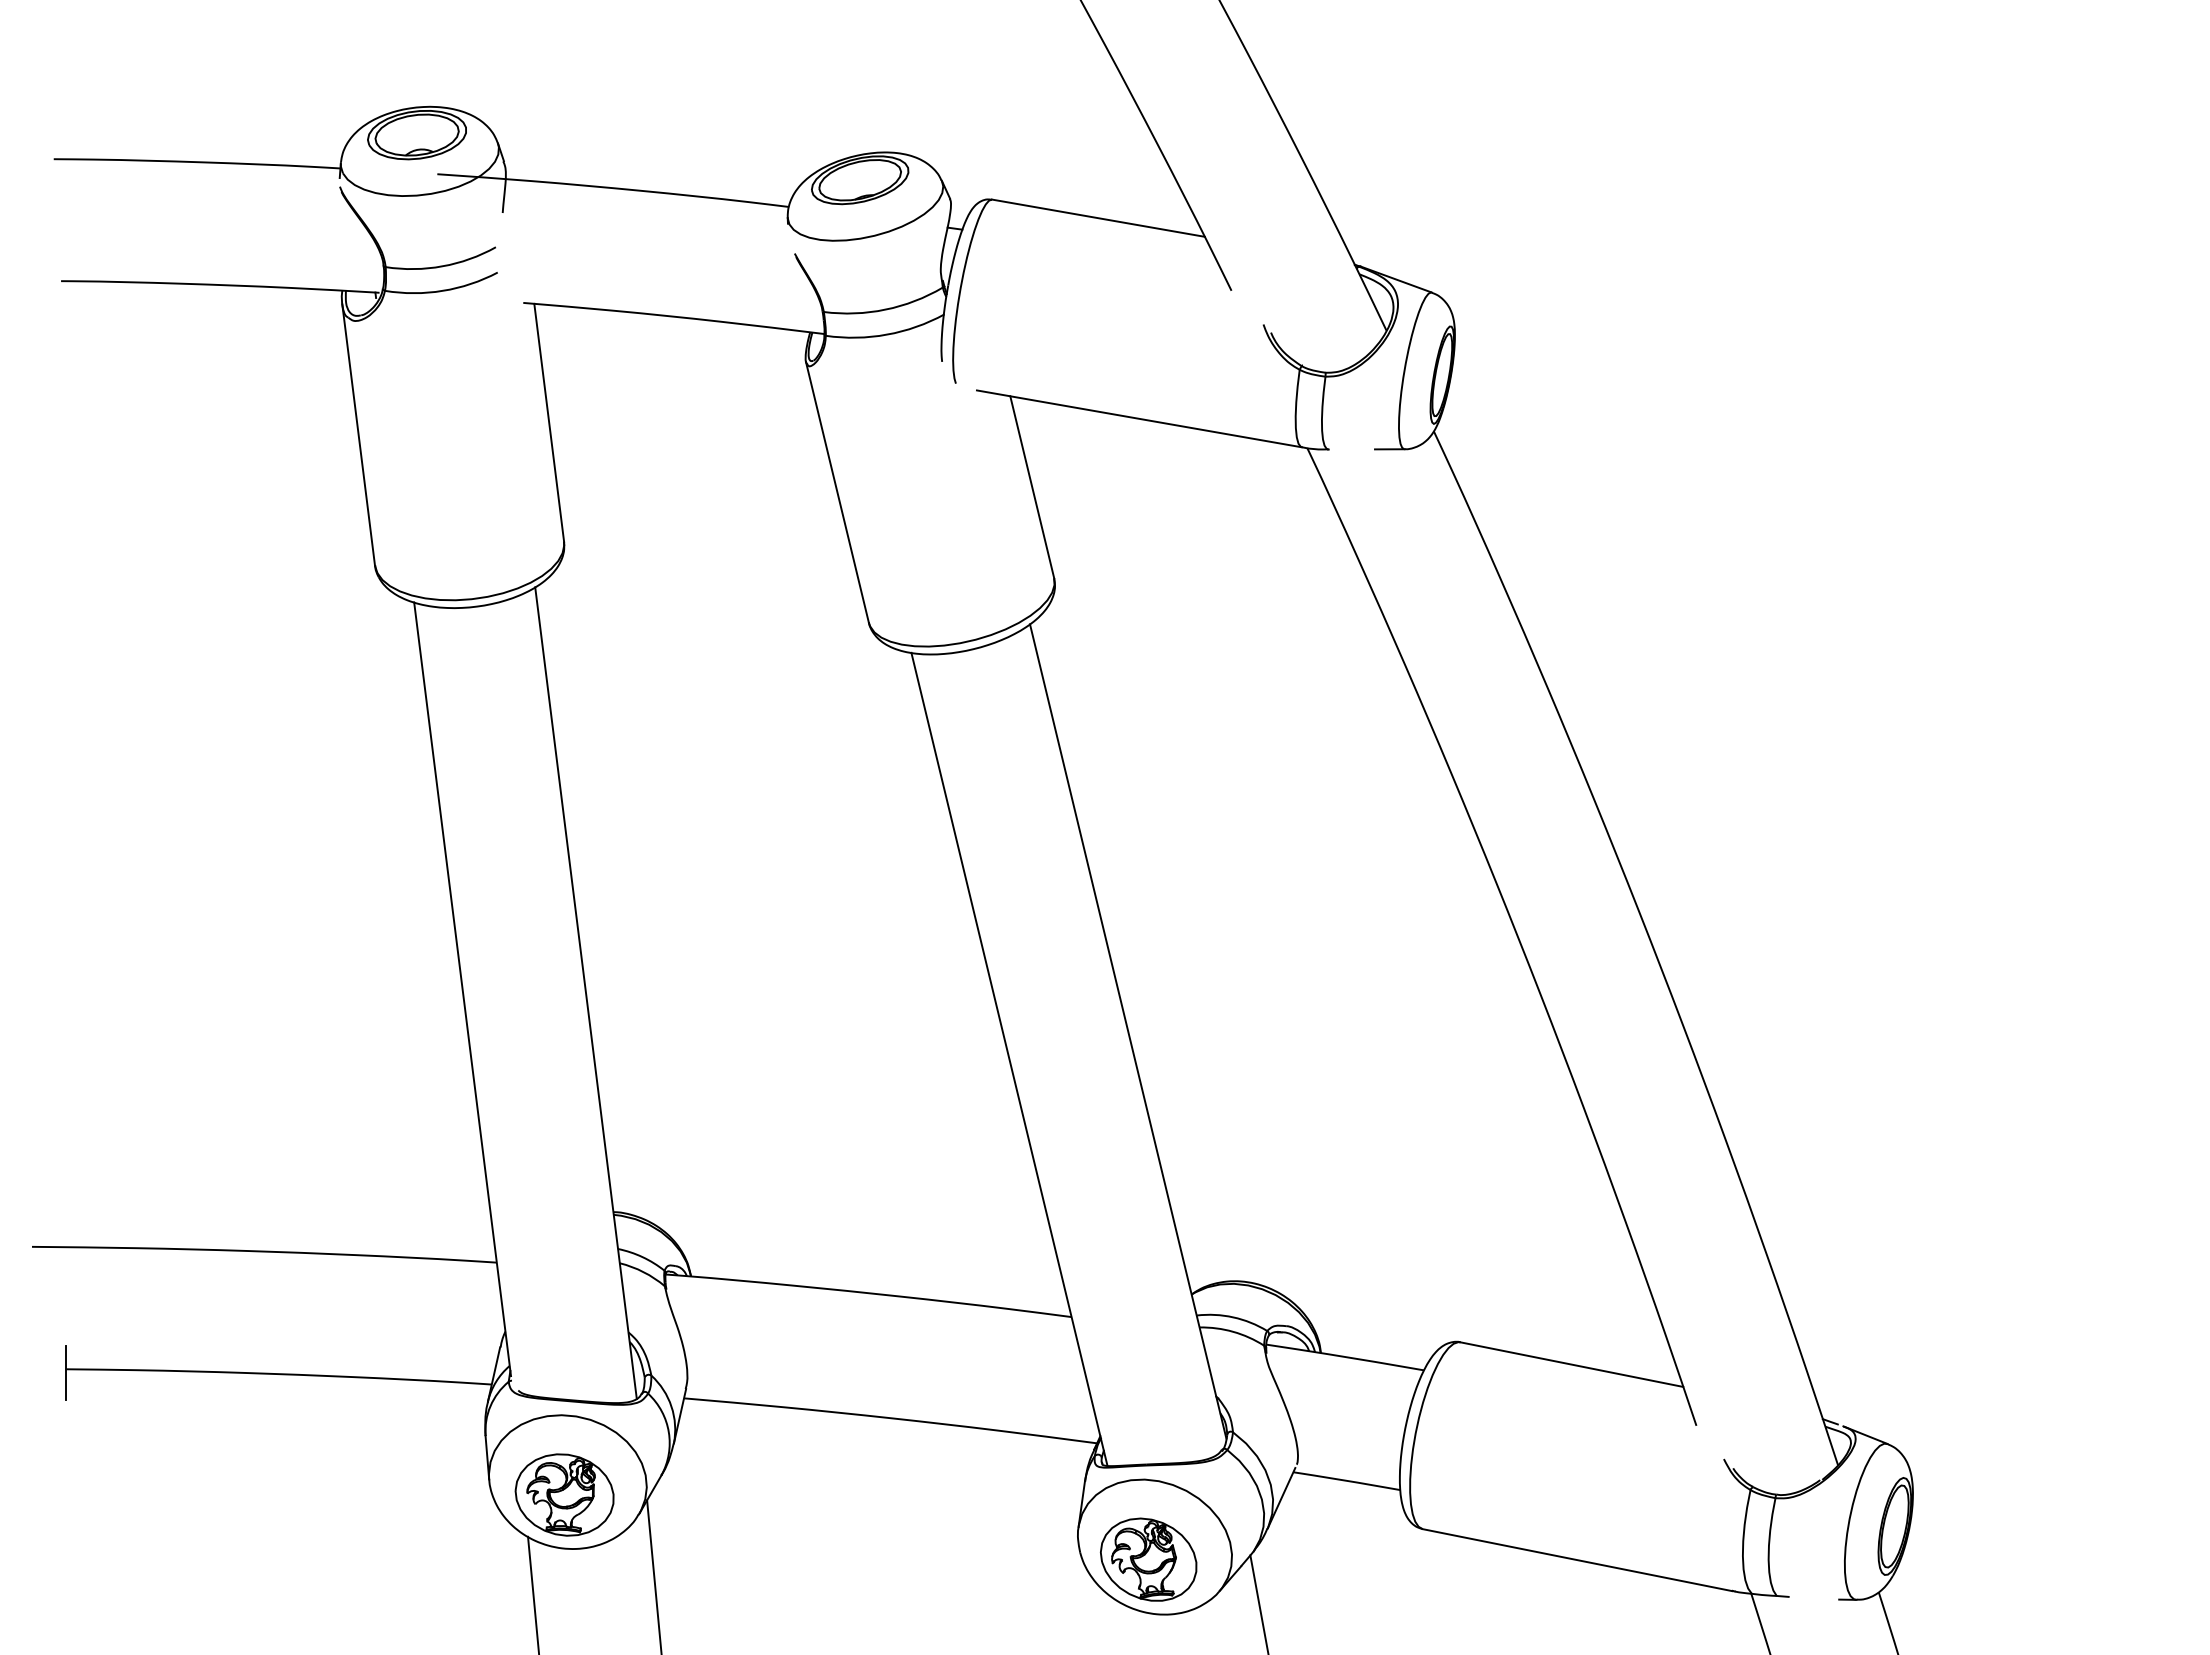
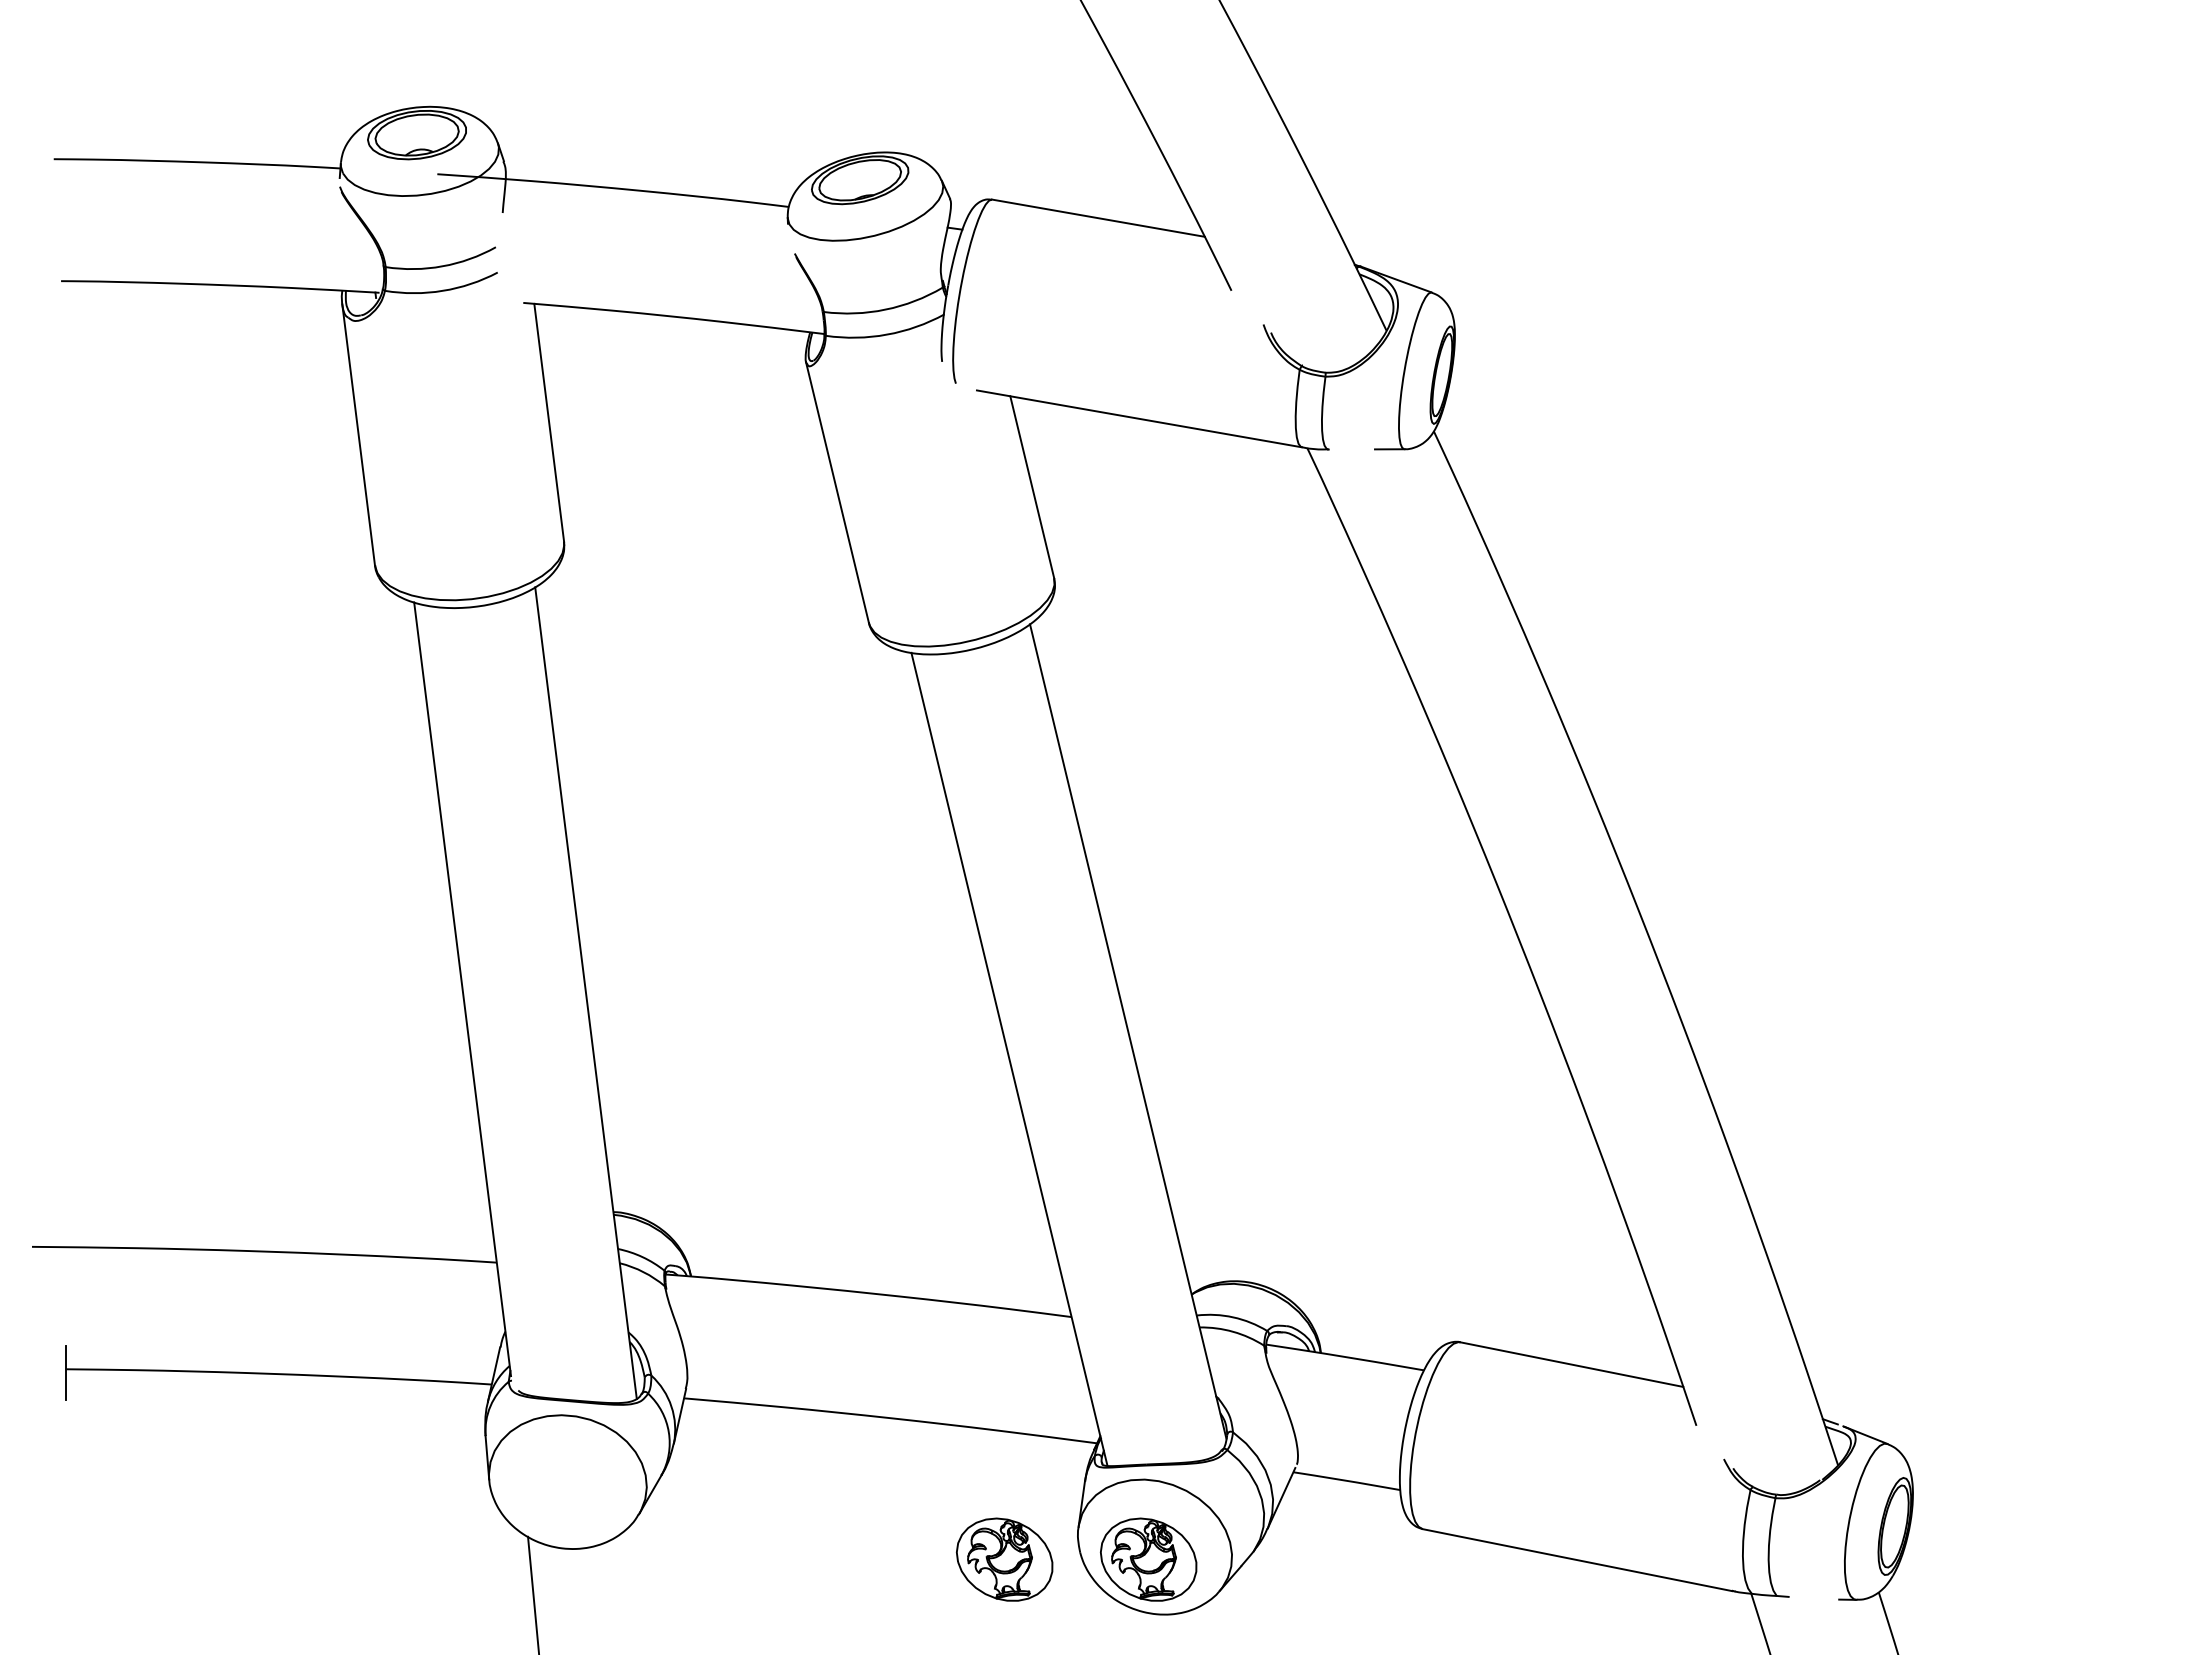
part at (564, 1494): present -> none
part at (1004, 1559): none -> present
line at (654, 1575): present -> none
line at (1259, 1603): present -> none
